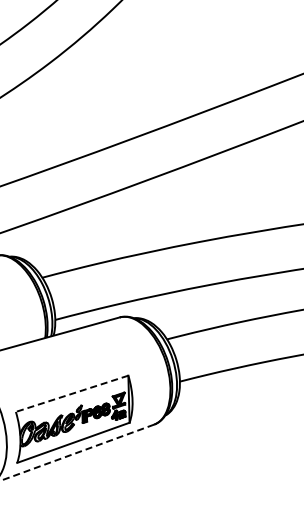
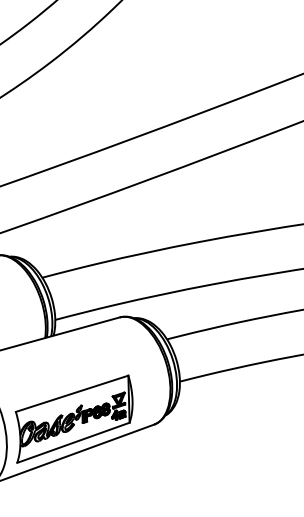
line at (71, 393): dashed -> solid
line at (77, 452): dashed -> solid
